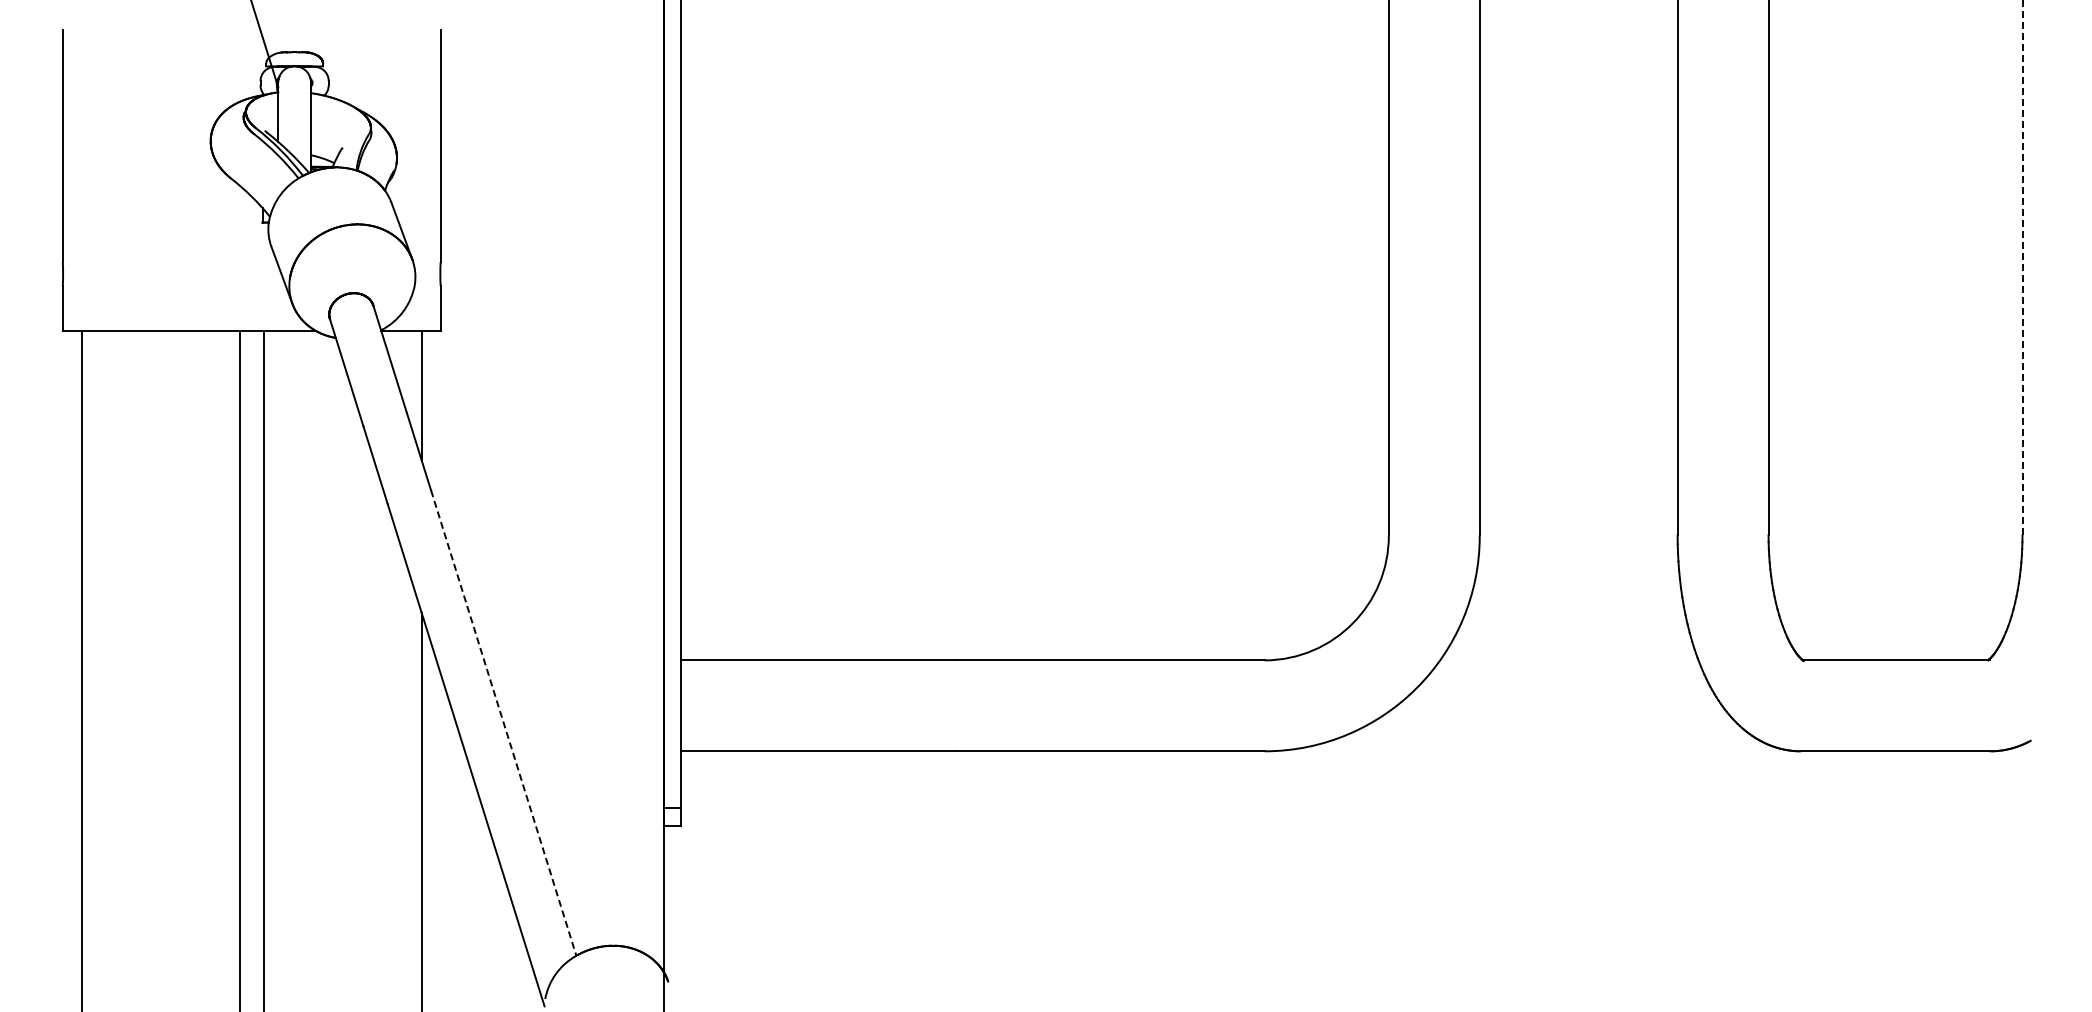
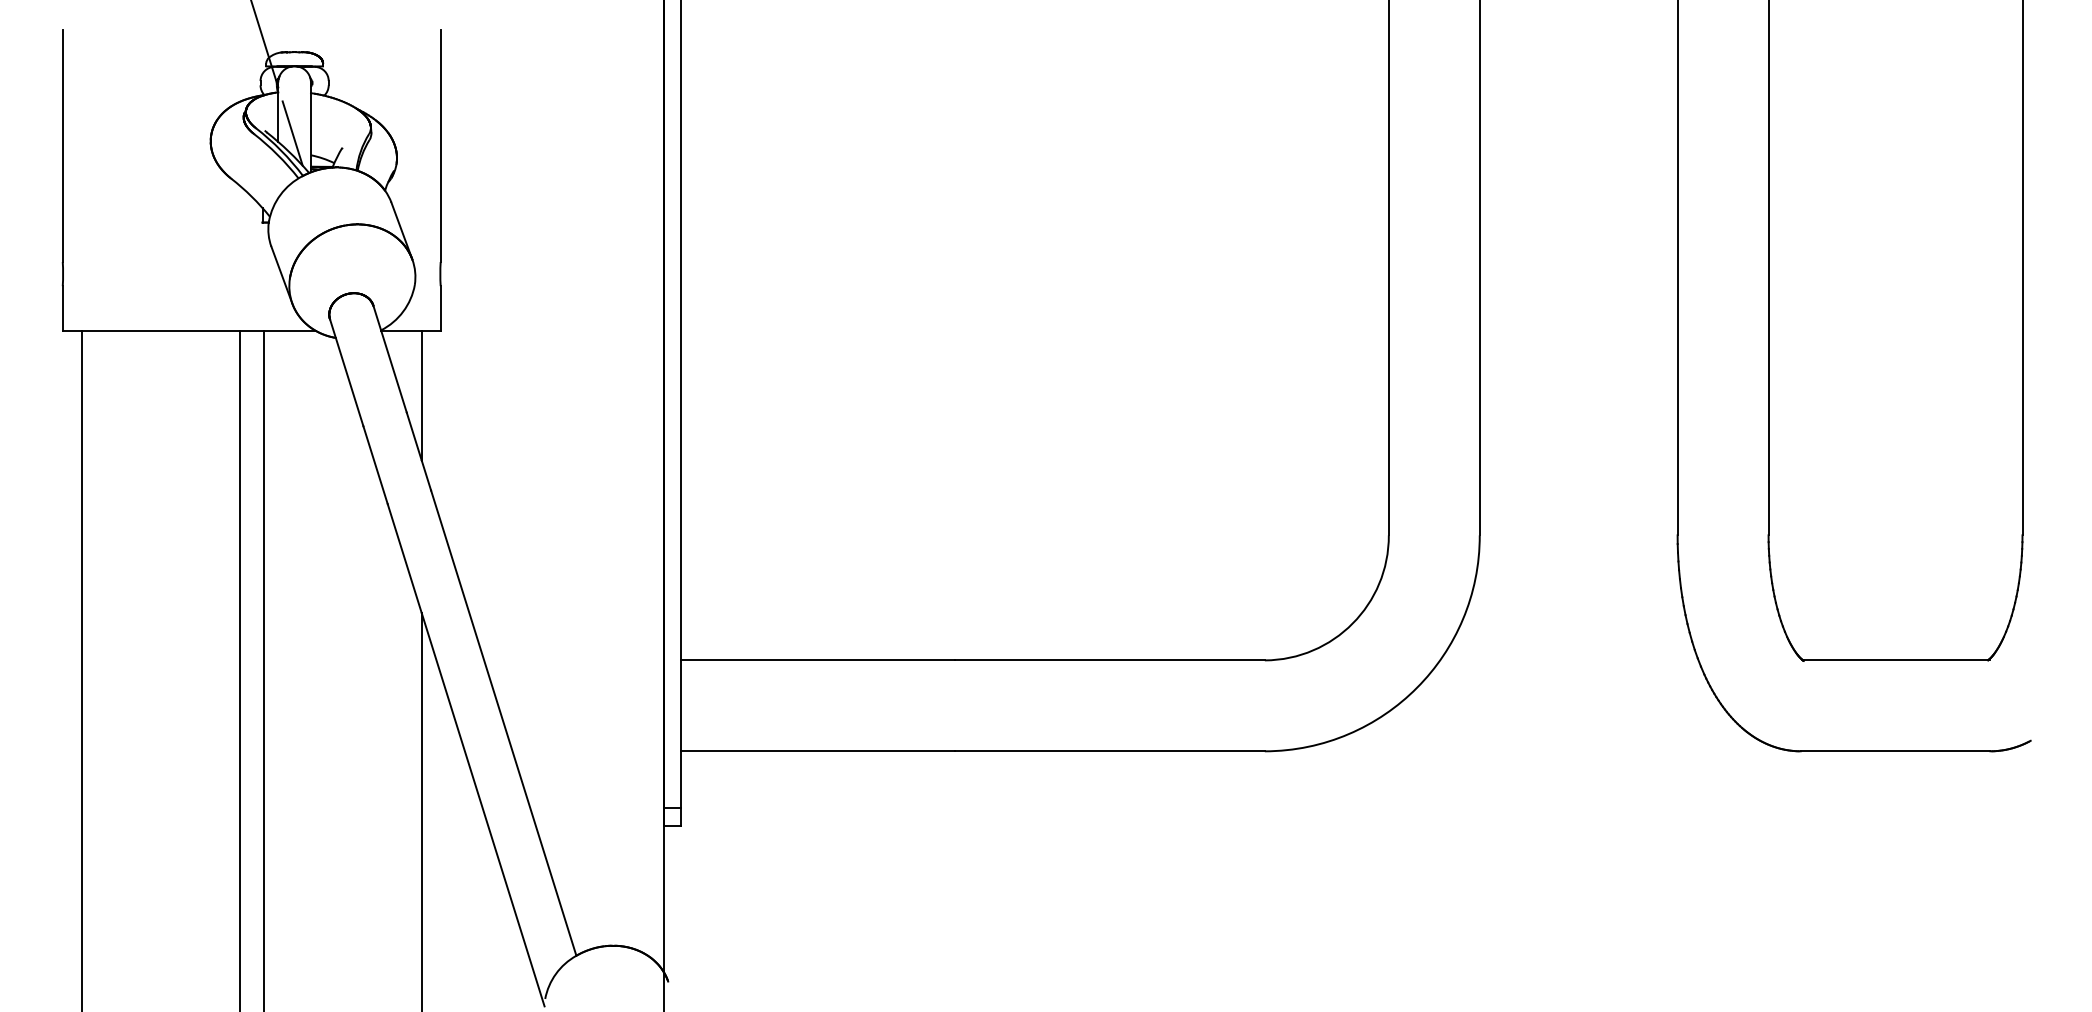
line at (292, 133): none -> present
line at (2022, 267): dashed -> solid
line at (503, 723): dashed -> solid
